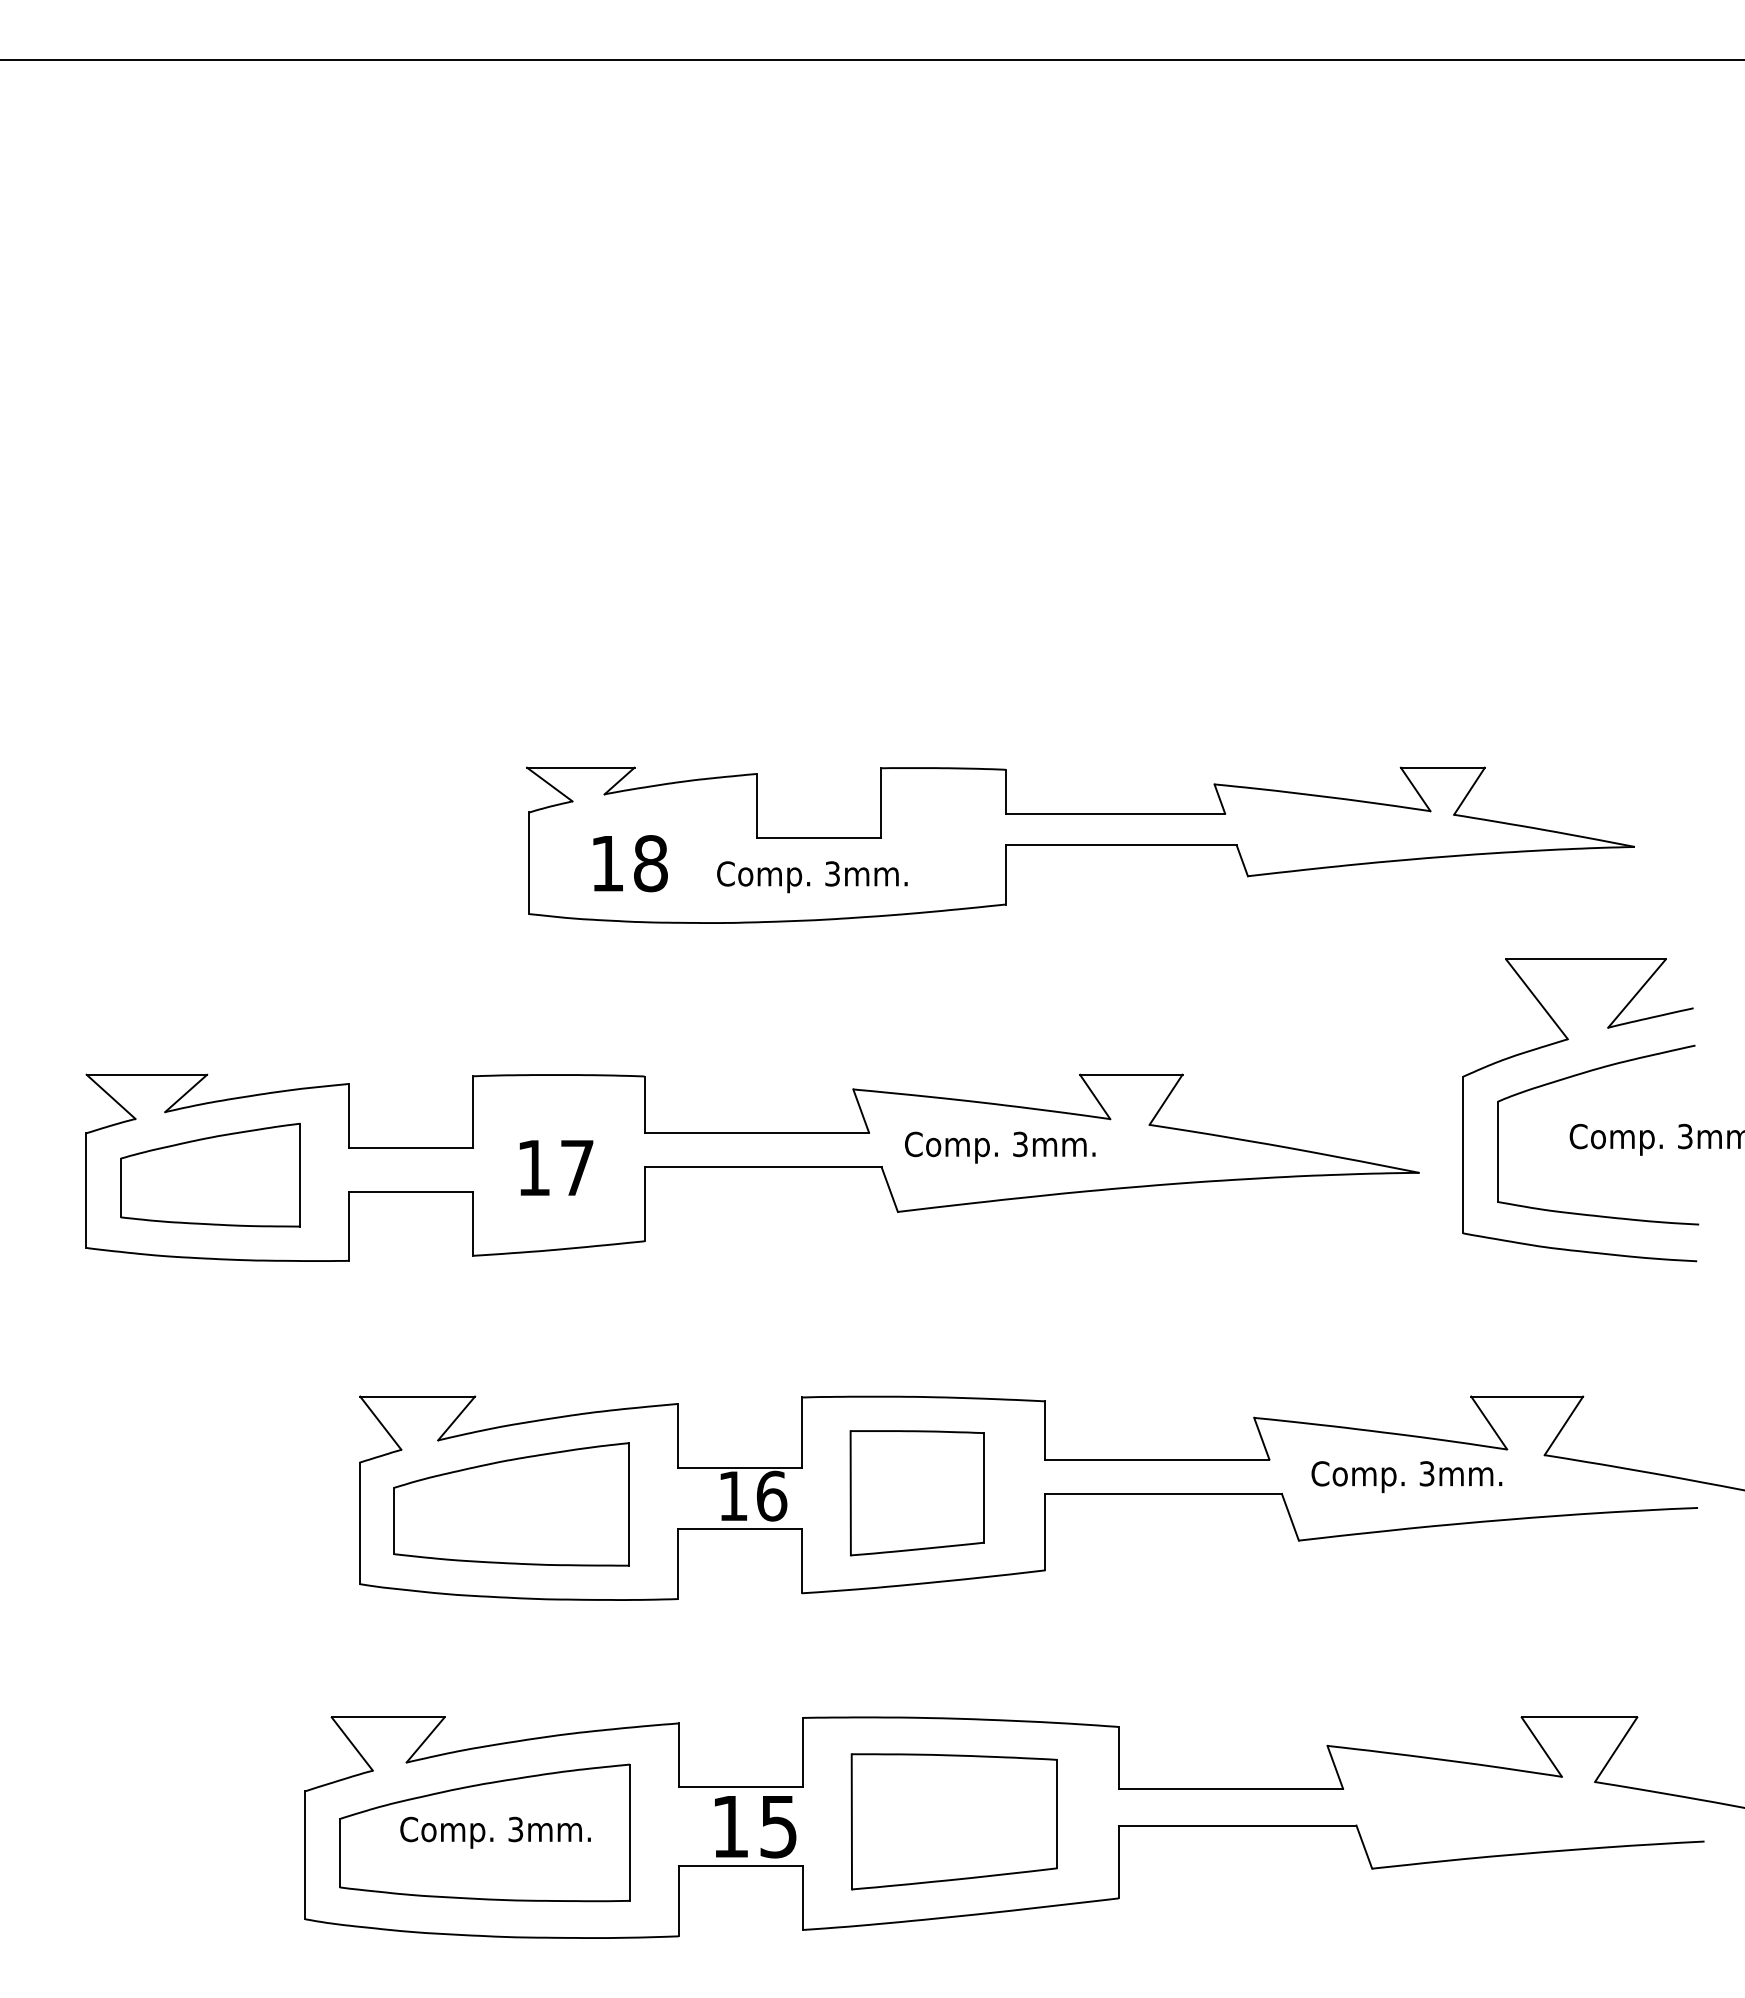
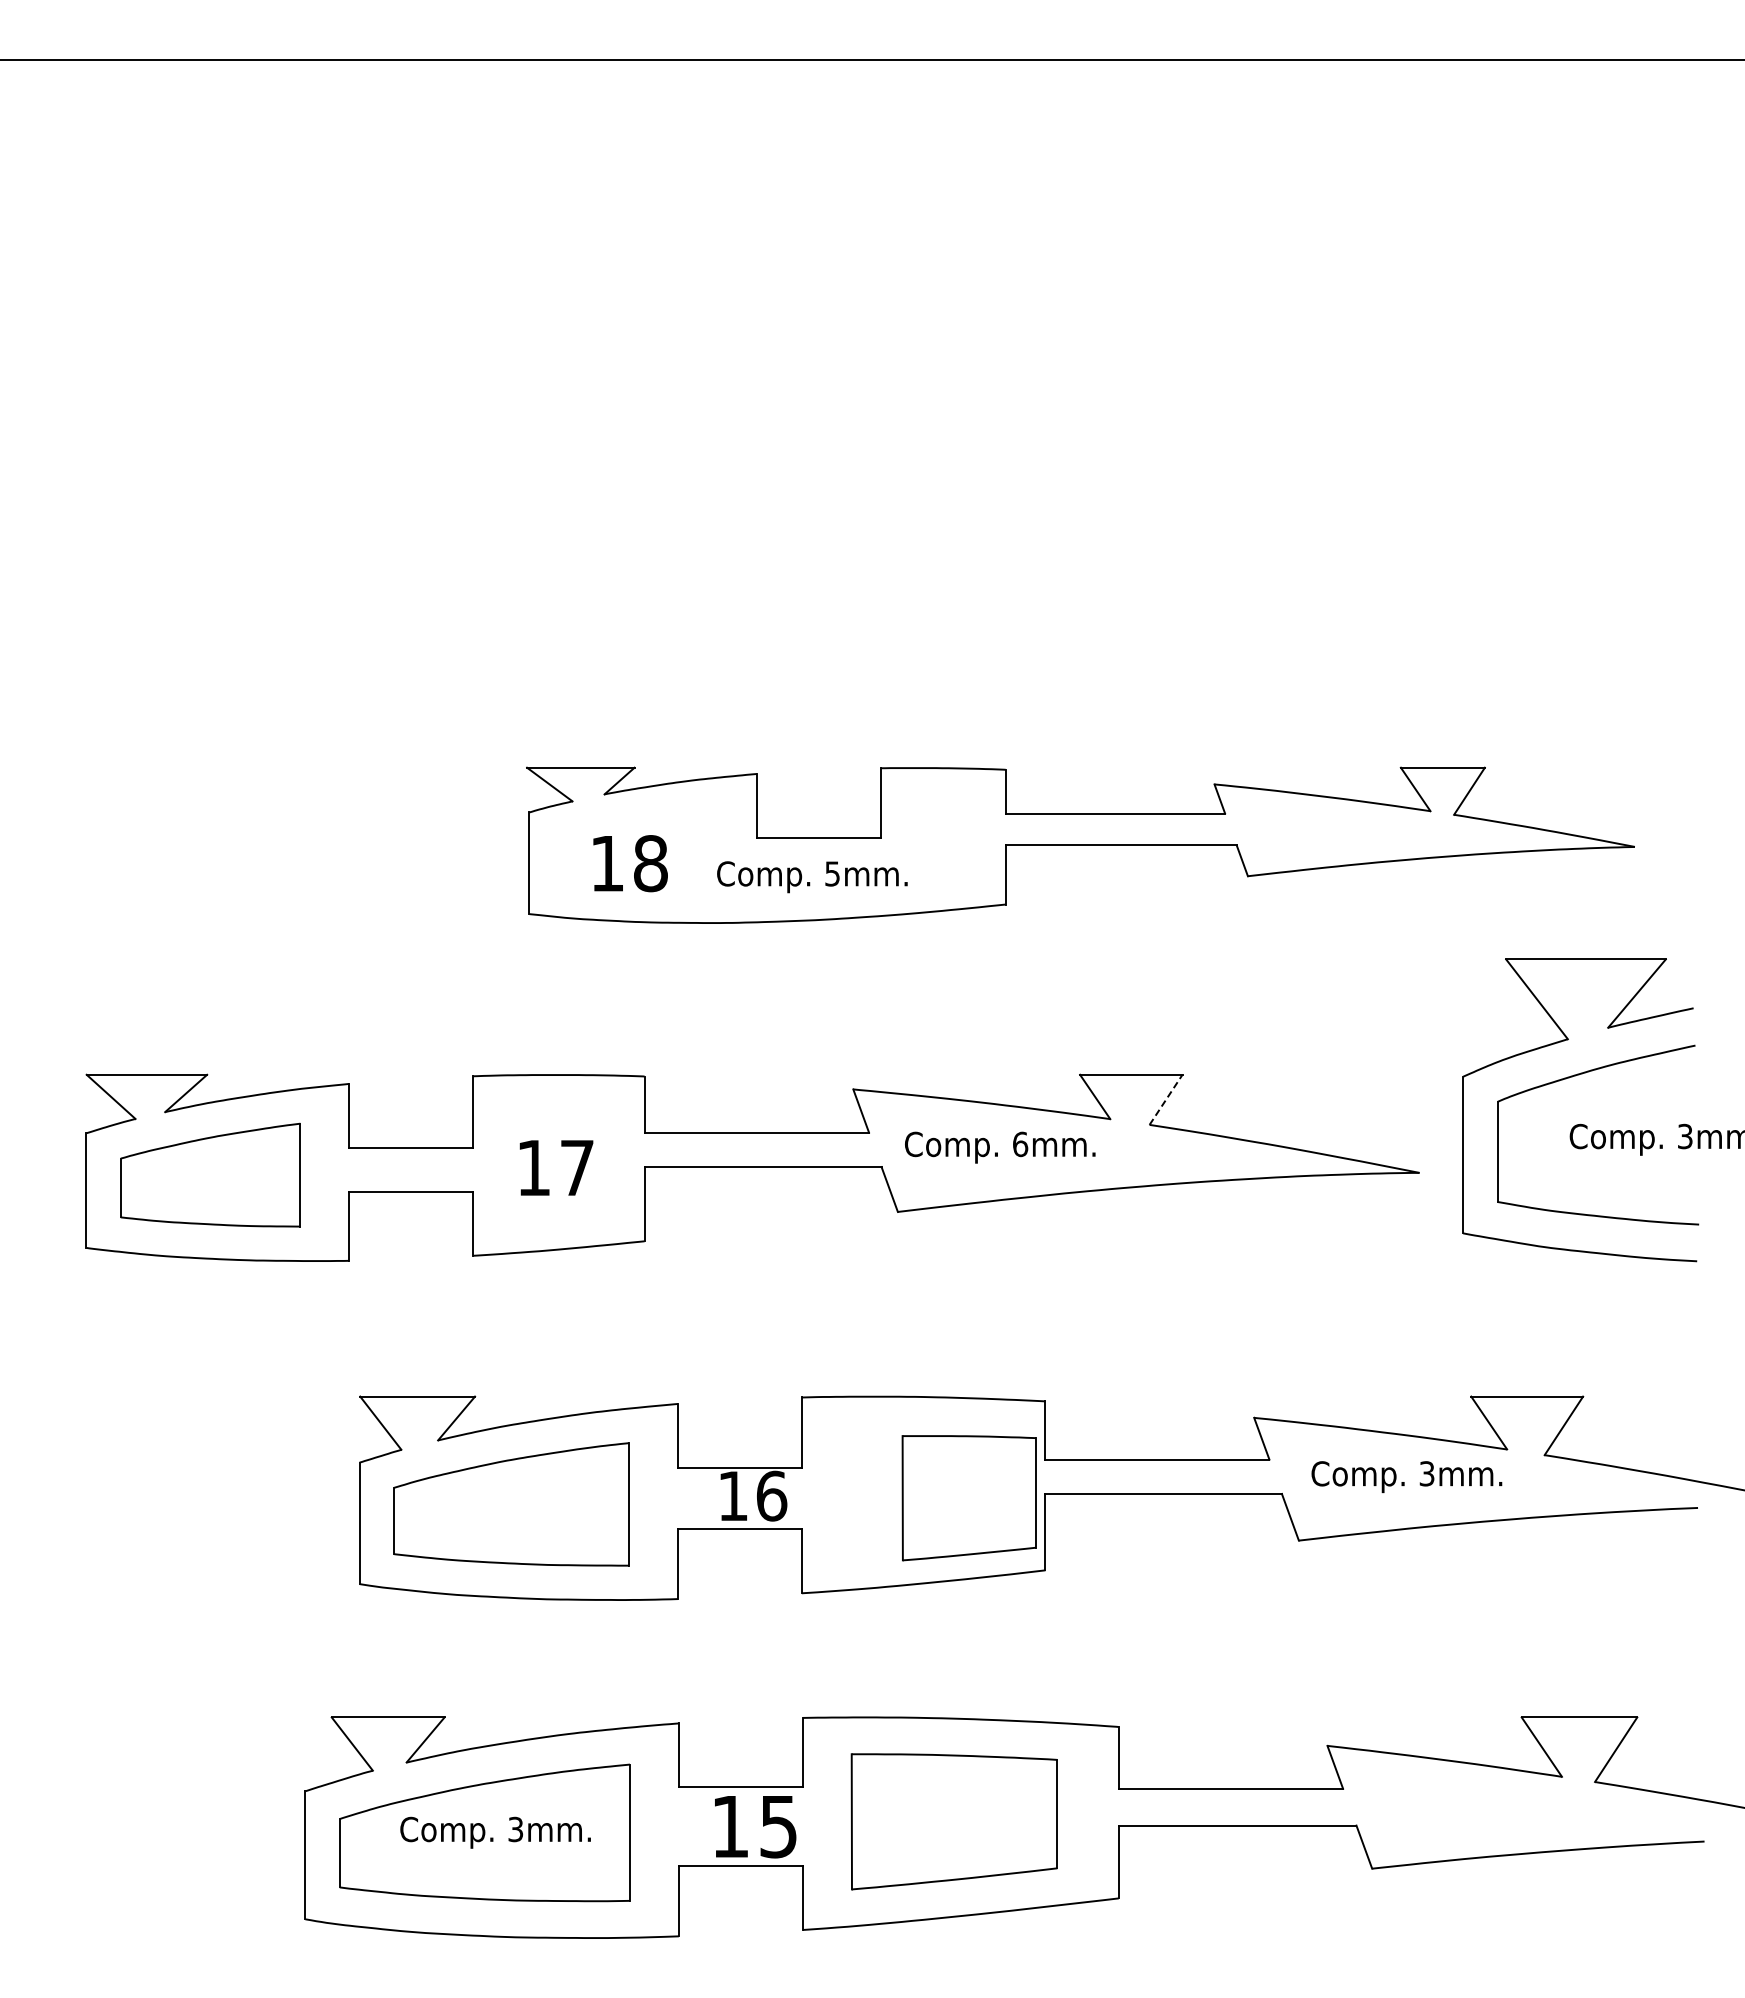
text at (832, 873): 3mm. -> 5mm.
line at (1166, 1099): solid -> dashed
text at (1020, 1144): 3mm. -> 6mm.
part at (916, 1493) position: (916, 1493) -> (968, 1498)
